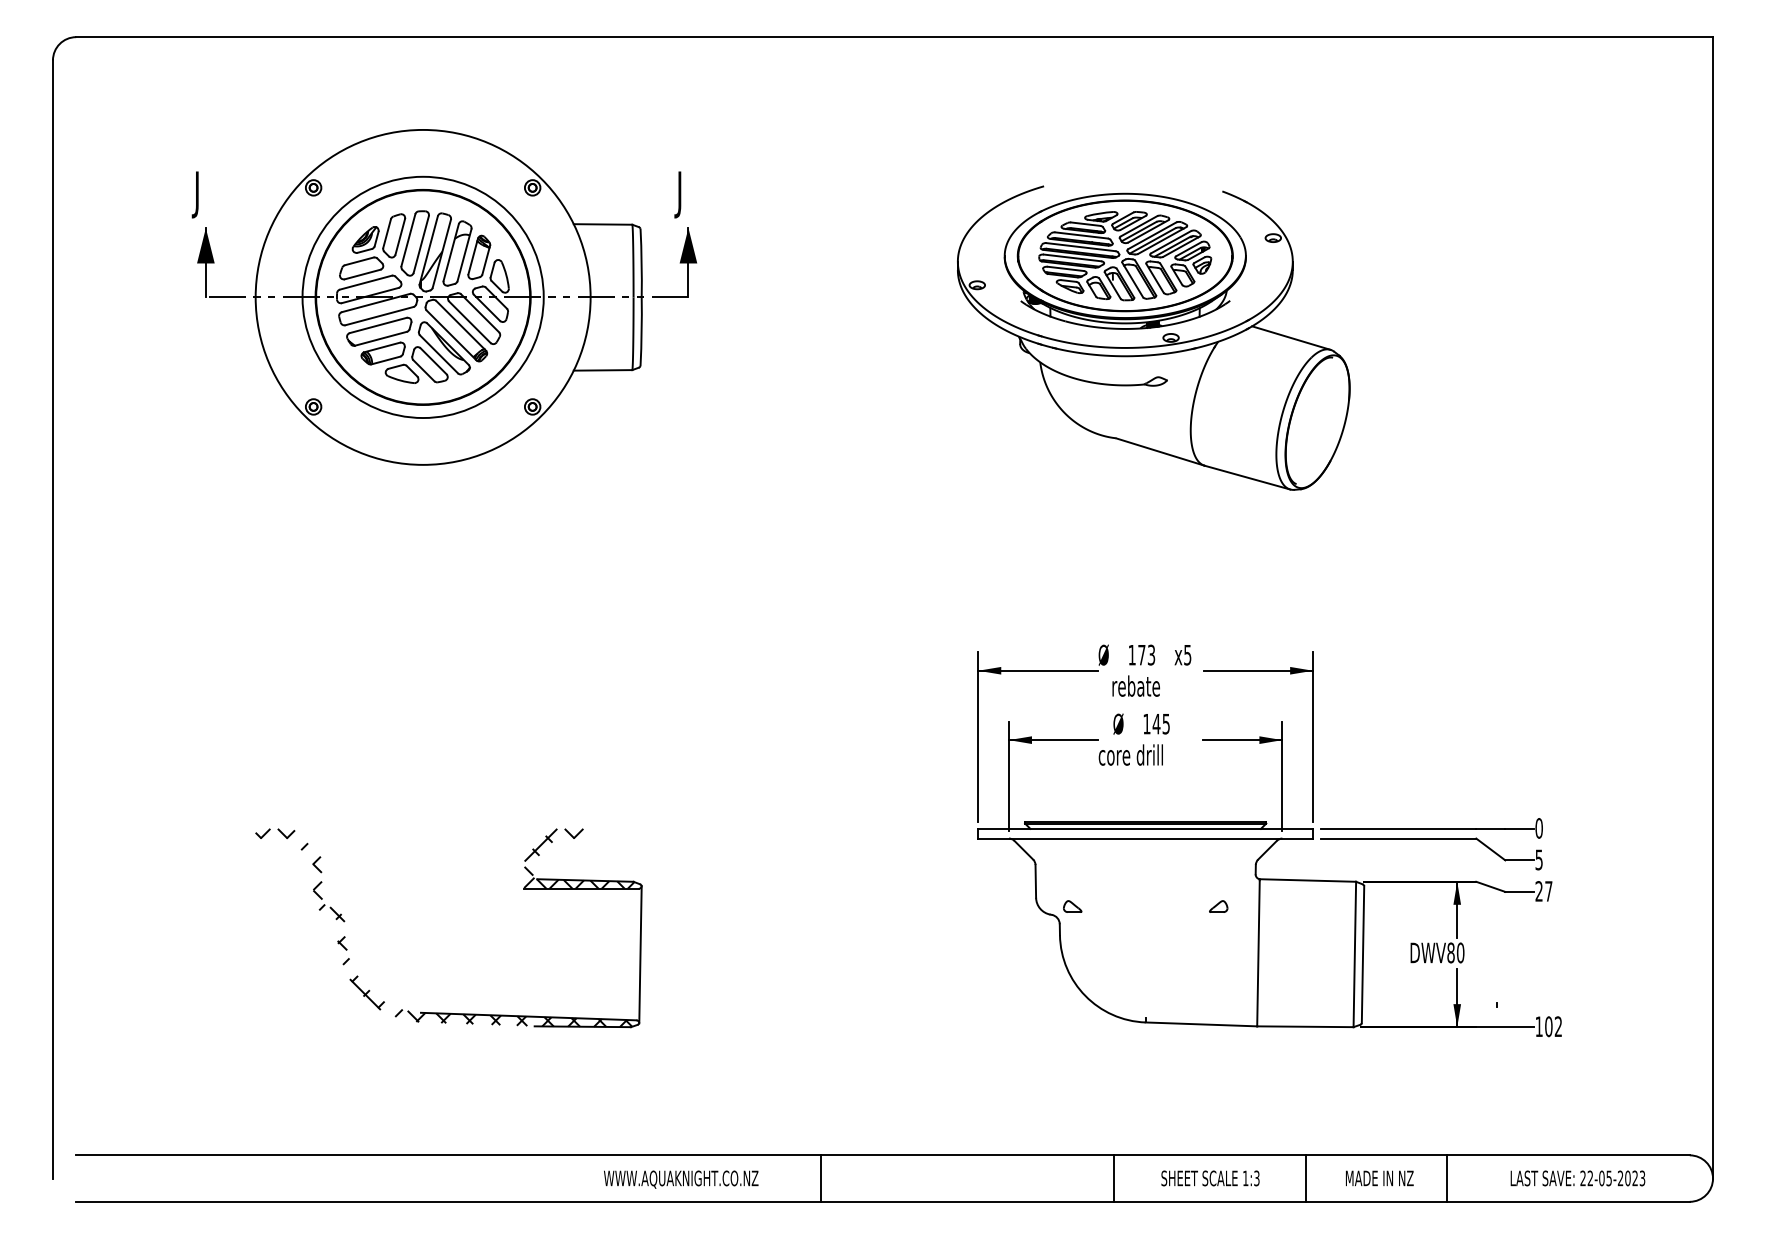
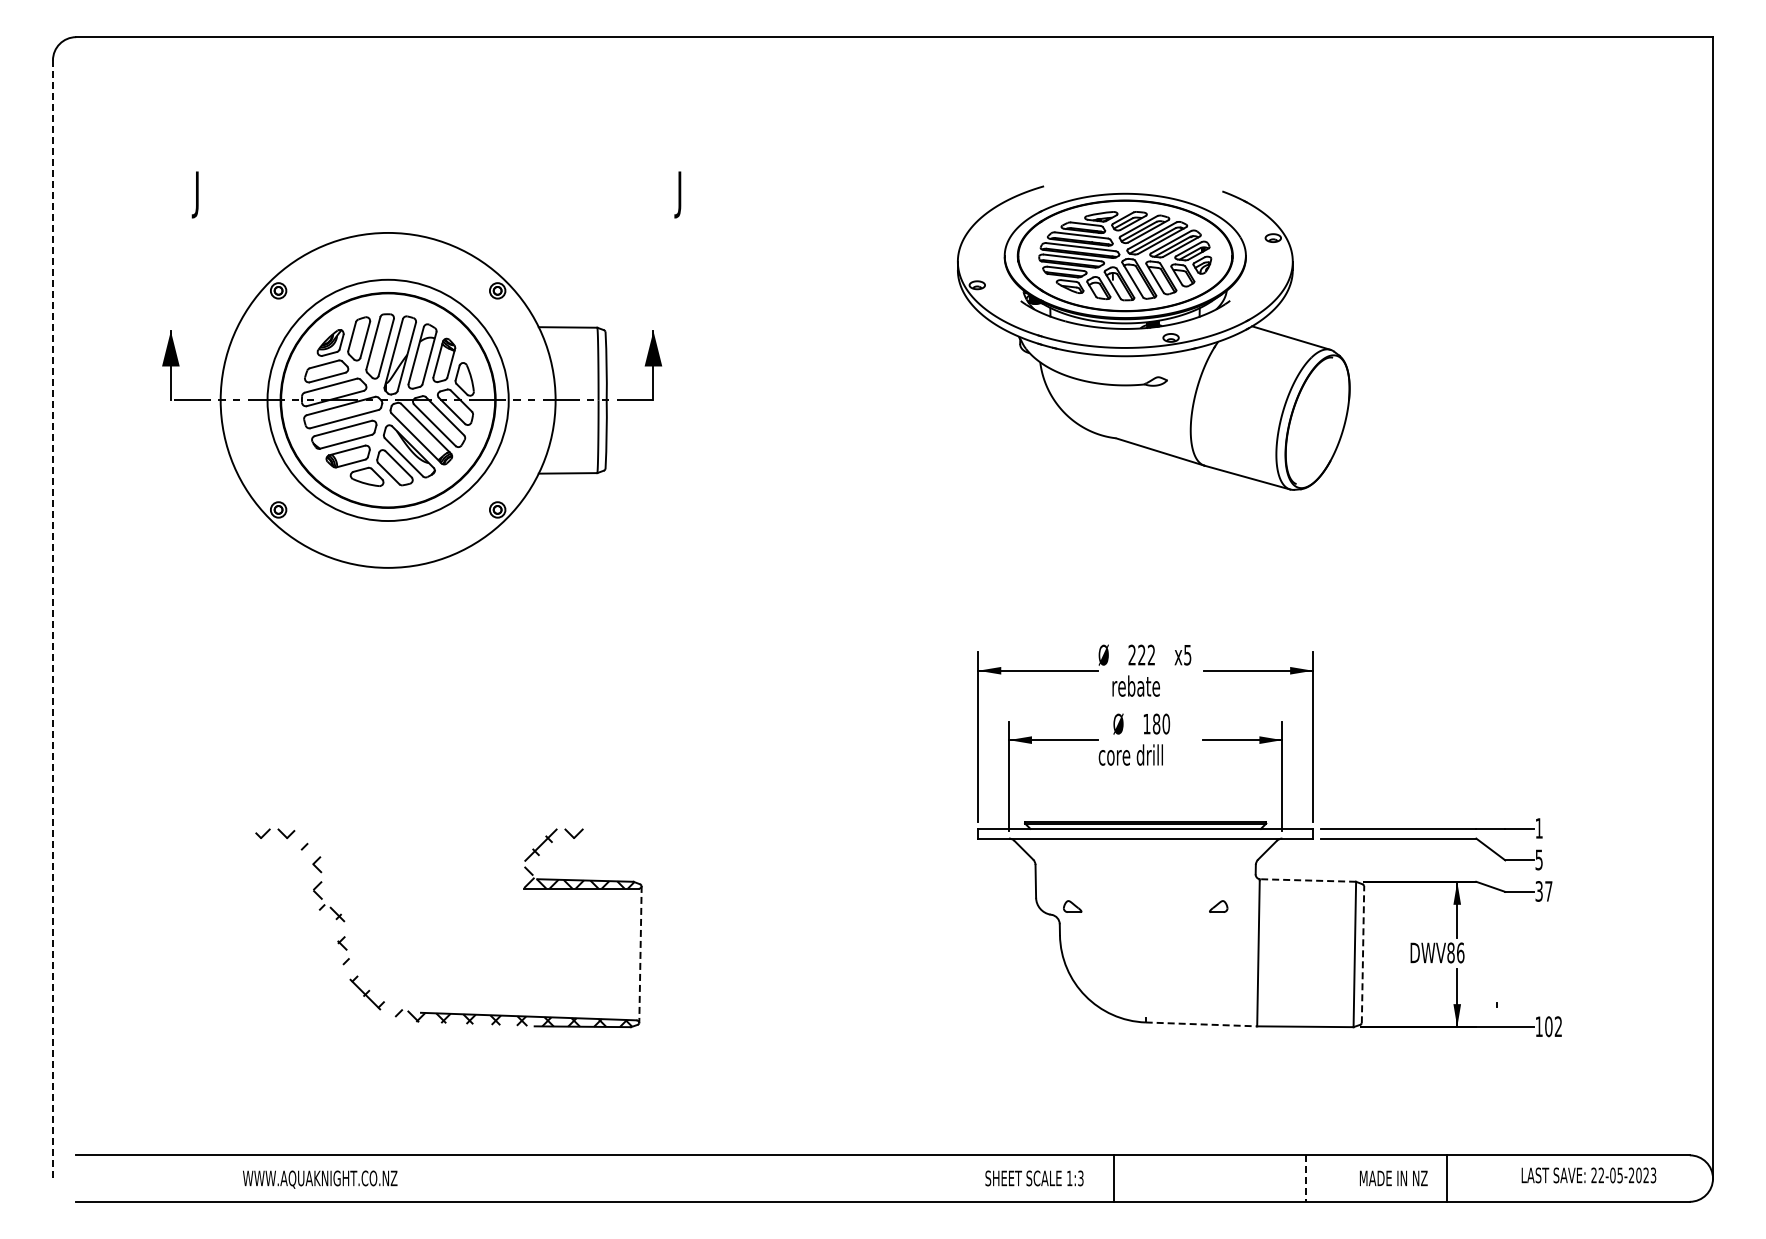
part at (447, 297) position: (447, 297) -> (412, 400)
line at (52, 619): solid -> dashed
text at (1141, 654): 173 -> 222
text at (1161, 723): 145 -> 180
text at (1538, 828): 0 -> 1
line at (1307, 880): solid -> dashed
text at (1538, 891): 27 -> 37
text at (1460, 952): DWV80 -> DWV86
line at (640, 954): solid -> dashed
line at (1363, 954): solid -> dashed
line at (1201, 1024): solid -> dashed
line at (821, 1178): present -> none
text at (1210, 1178) position: (1210, 1178) -> (1034, 1178)
text at (1379, 1178) position: (1379, 1178) -> (1393, 1178)
text at (1577, 1178) position: (1577, 1178) -> (1588, 1175)
text at (681, 1179) position: (681, 1179) -> (320, 1179)
line at (1306, 1179): solid -> dashed
